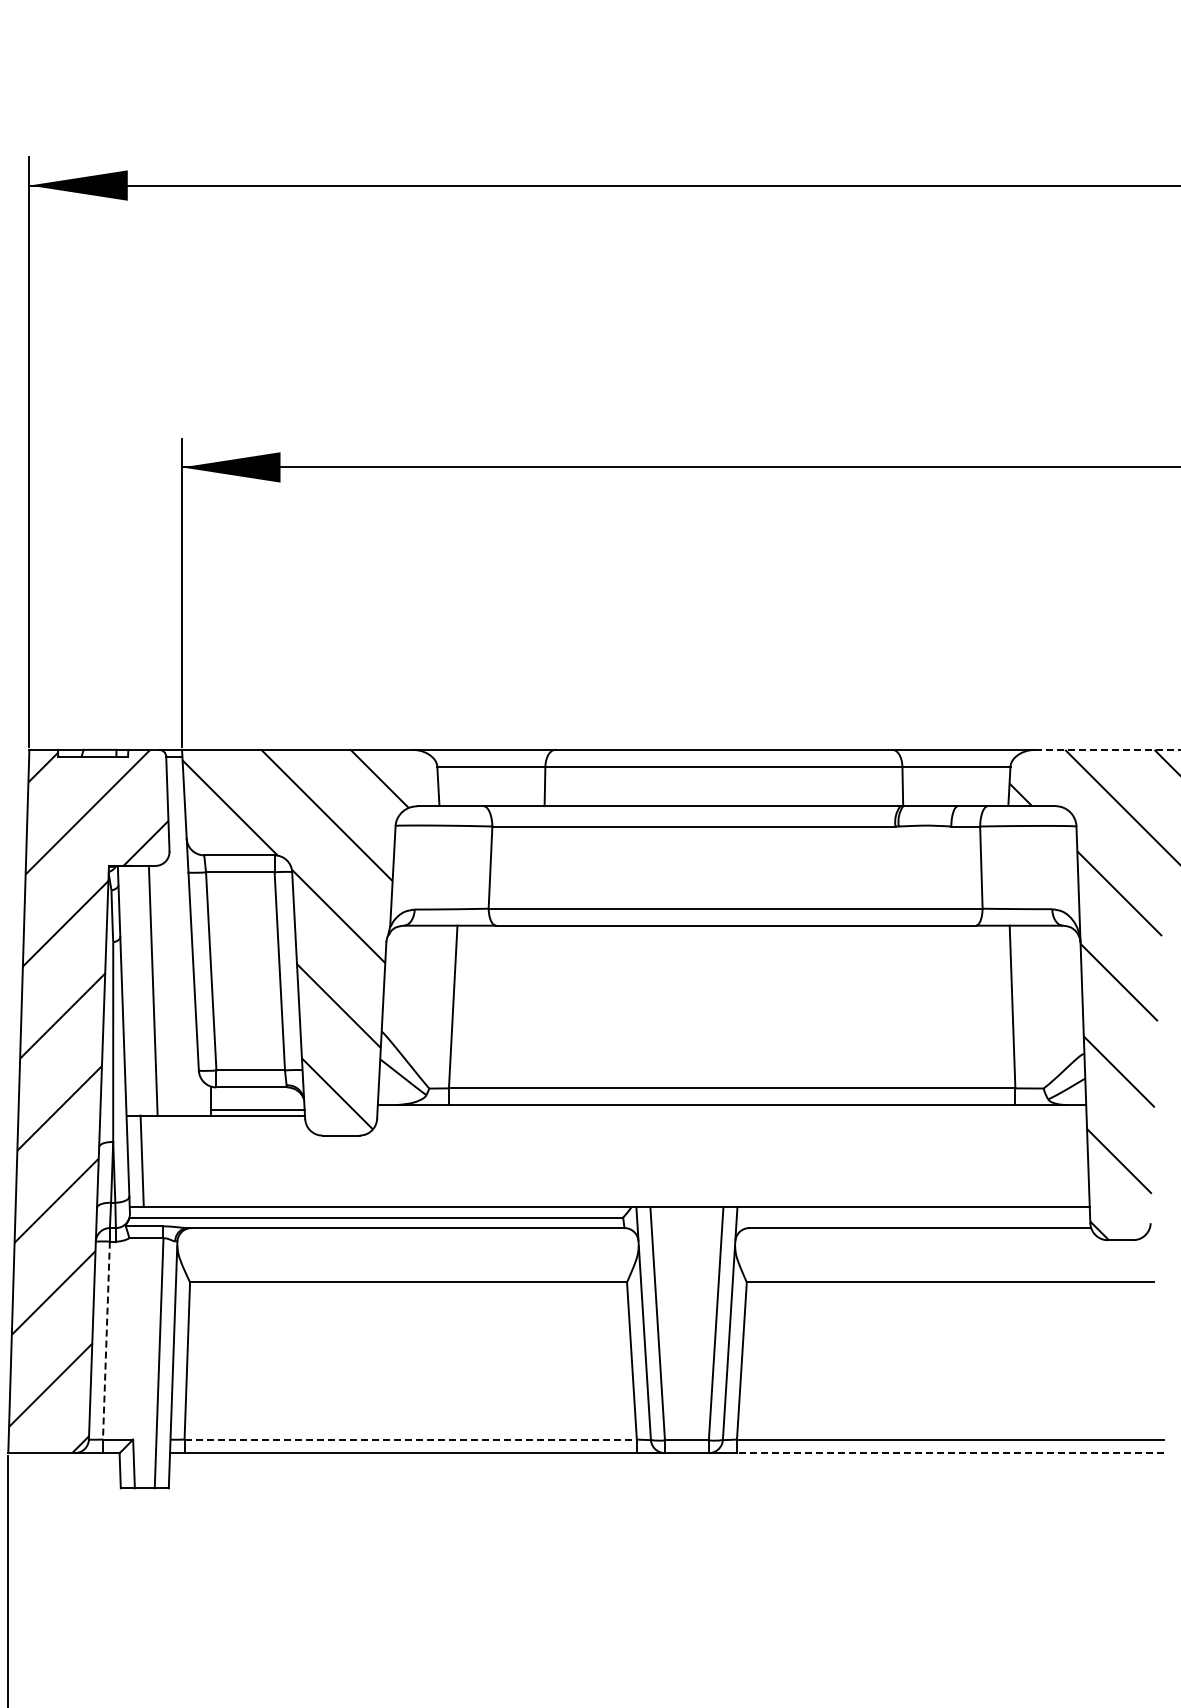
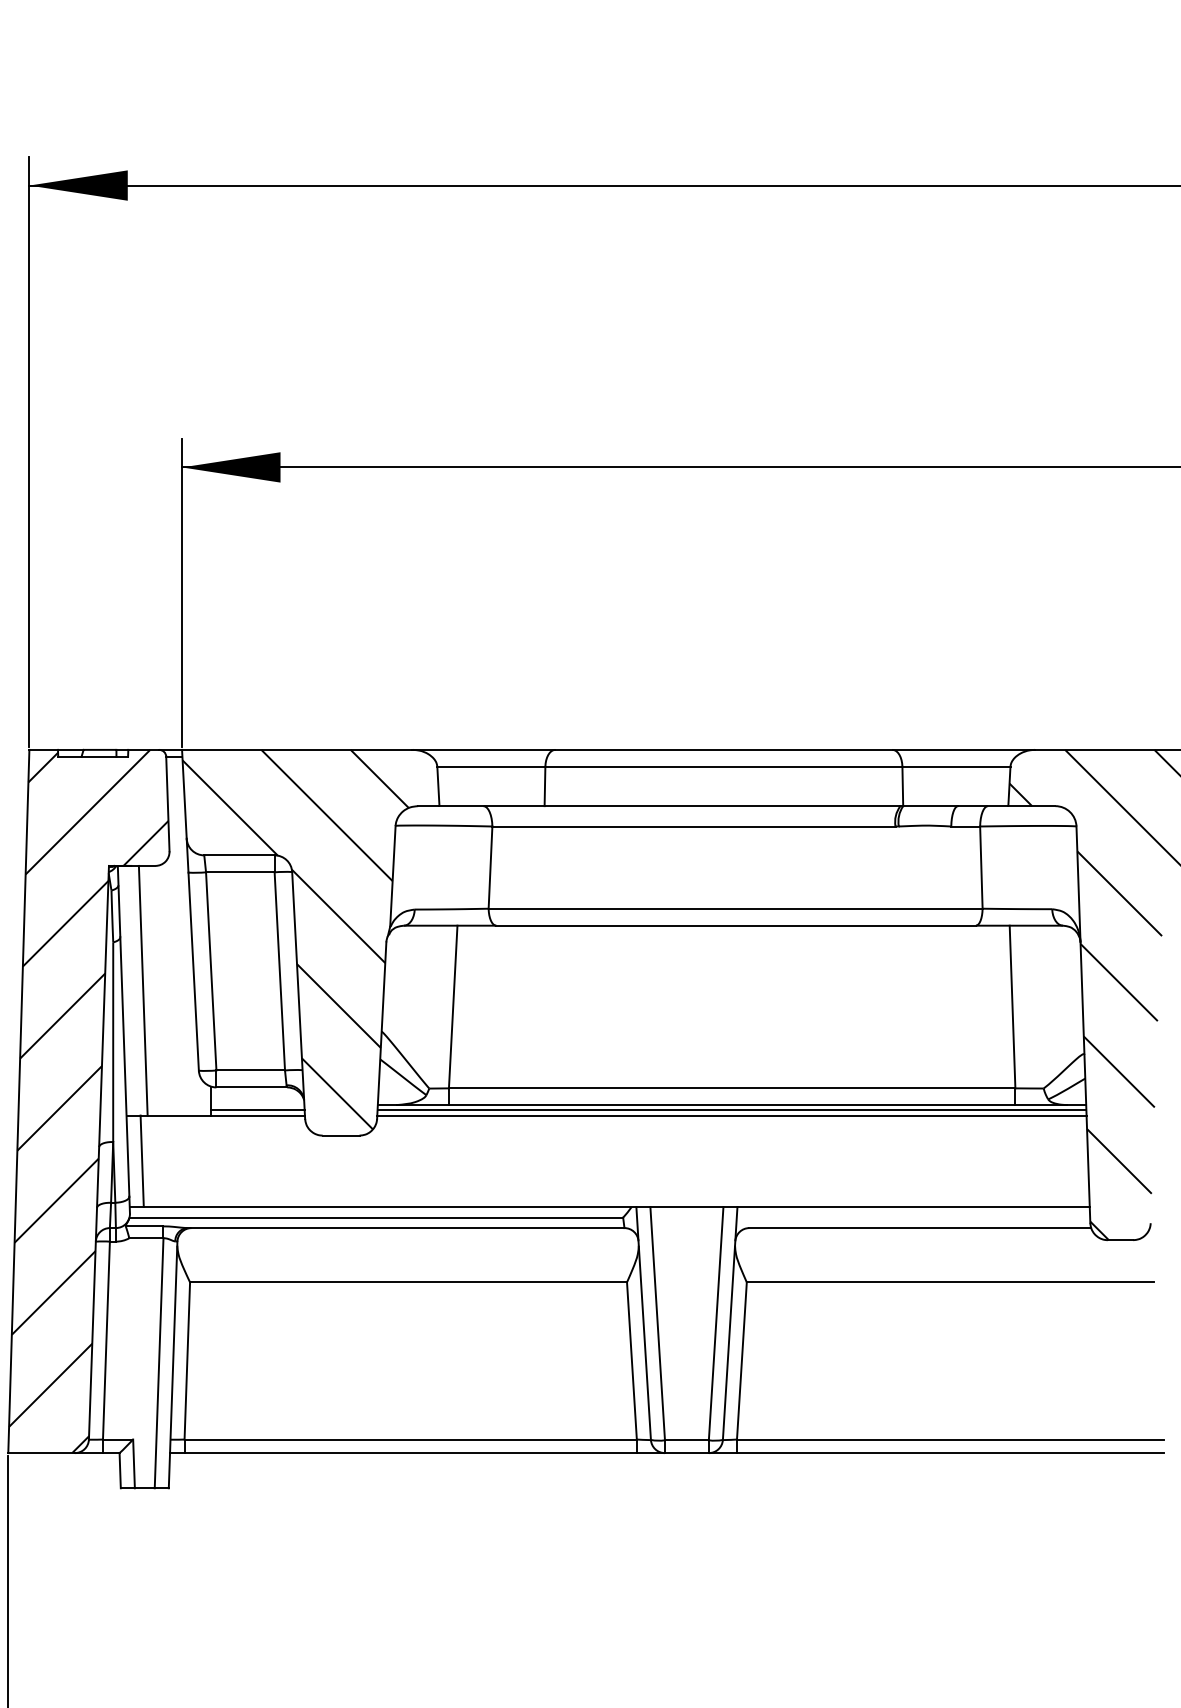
line at (1107, 749): dashed -> solid
line at (152, 990) position: (152, 990) -> (142, 990)
line at (731, 1109): none -> present
line at (731, 1115): none -> present
line at (106, 1341): dashed -> solid
line at (411, 1439): dashed -> solid
line at (950, 1453): dashed -> solid
